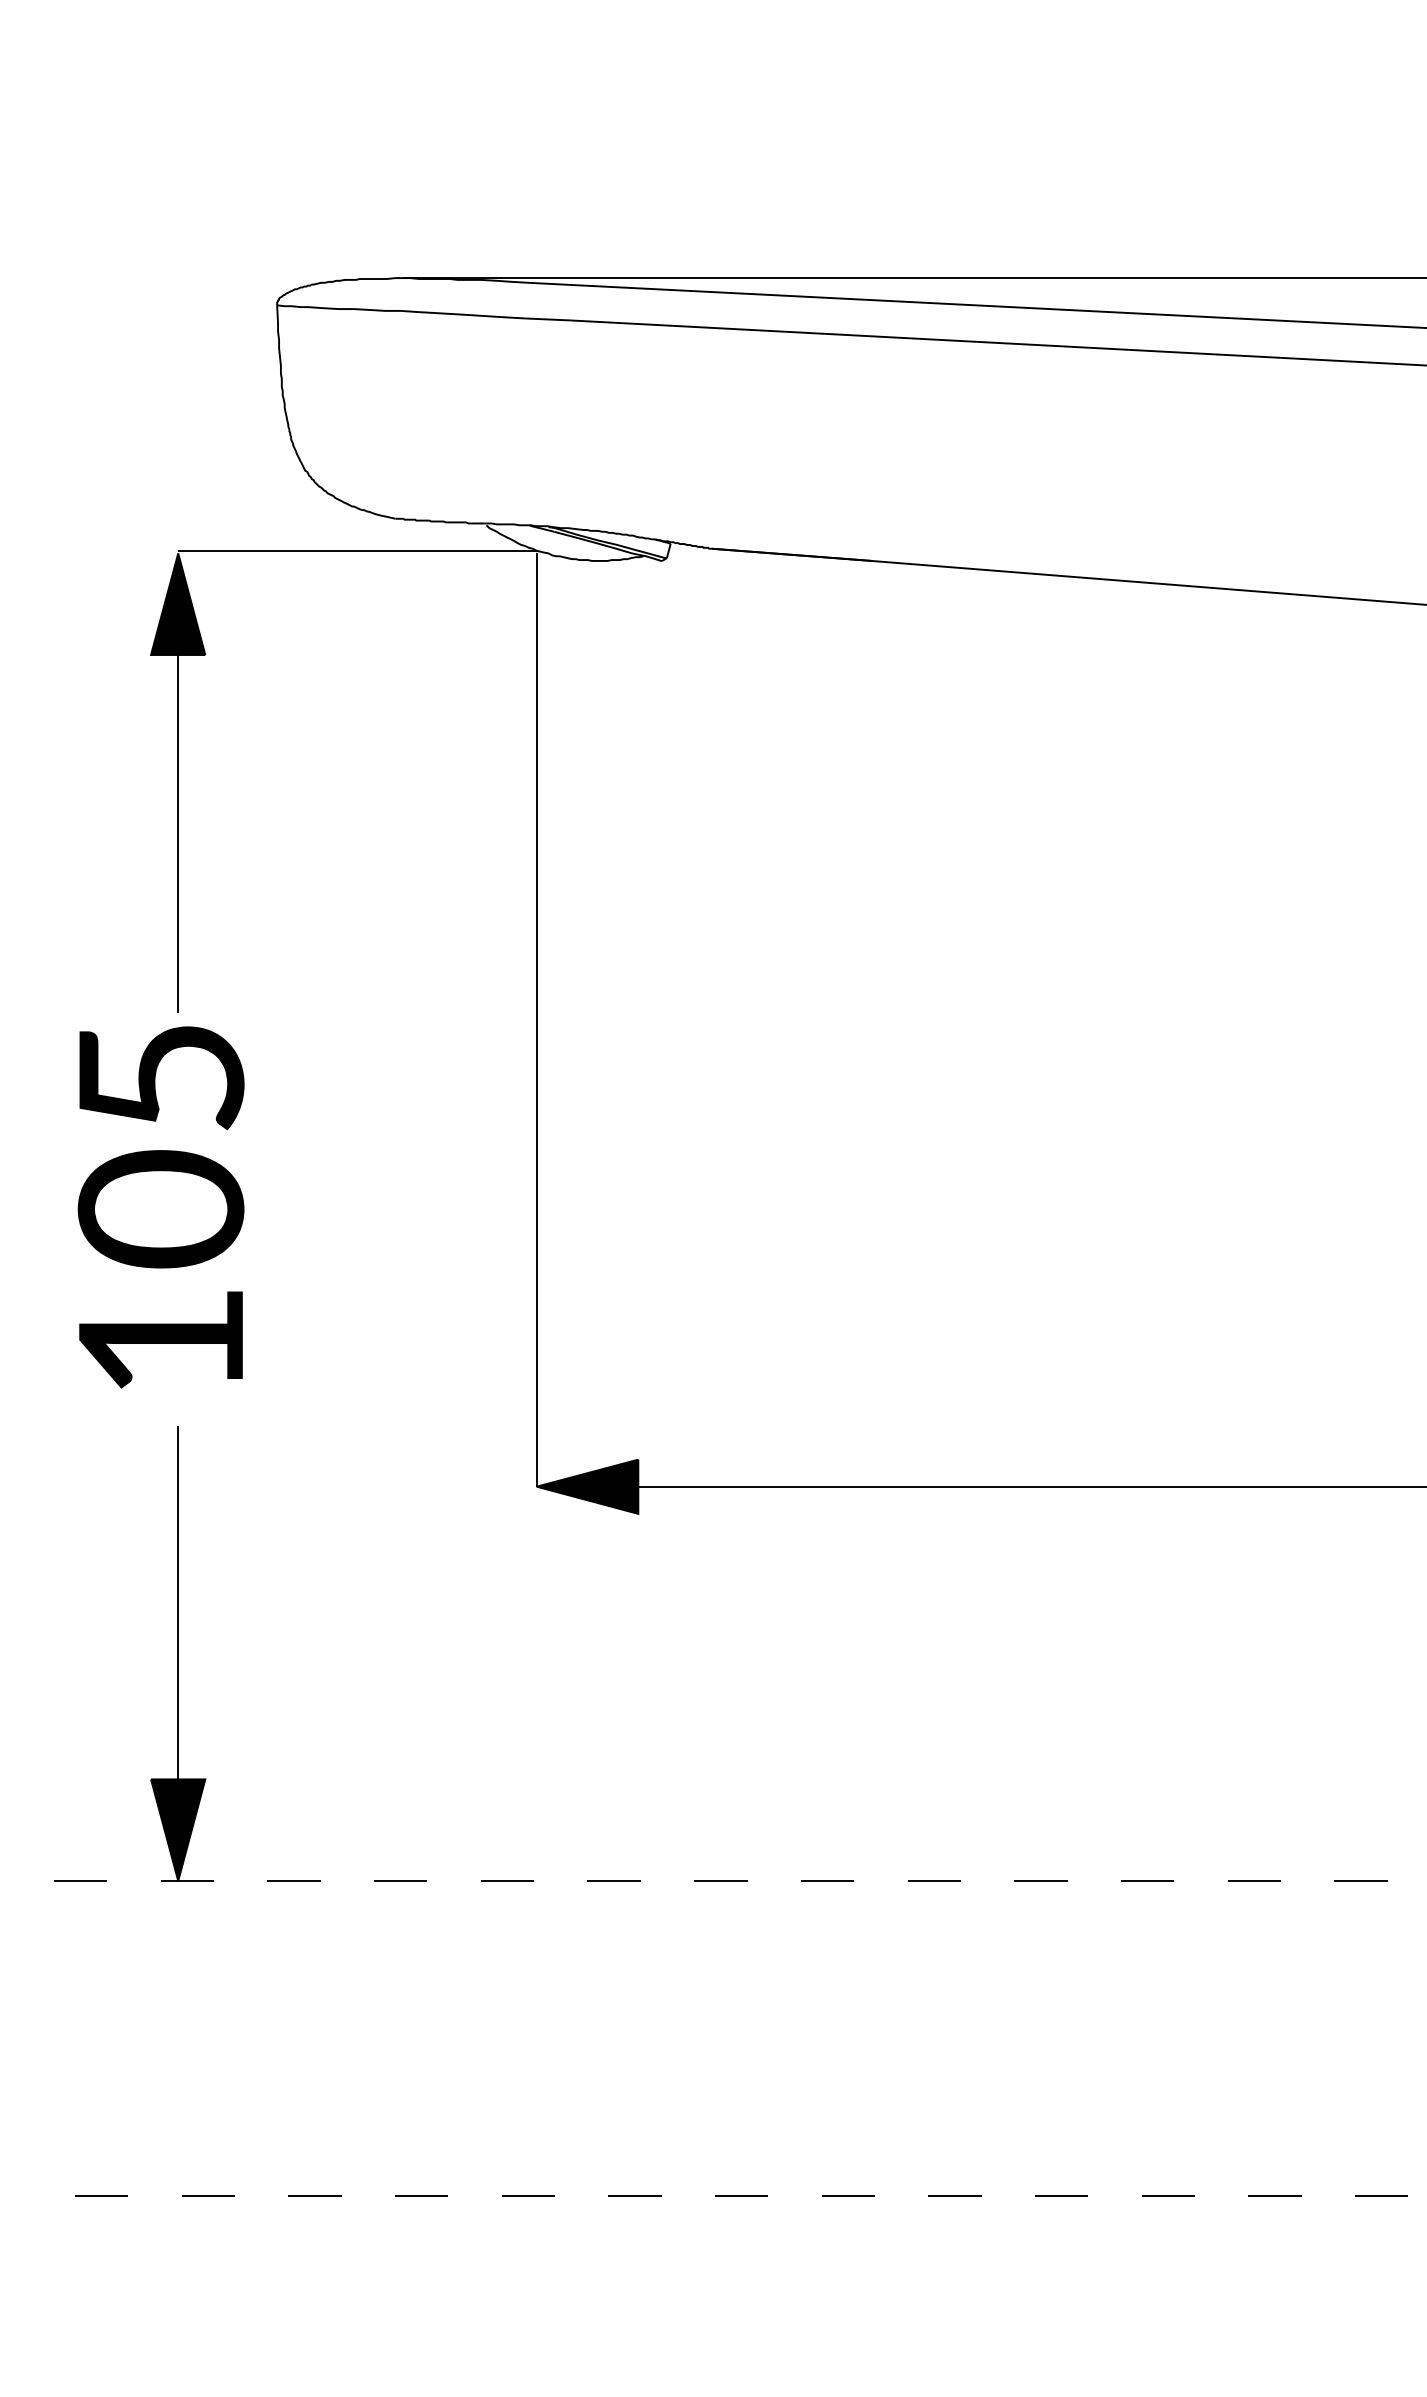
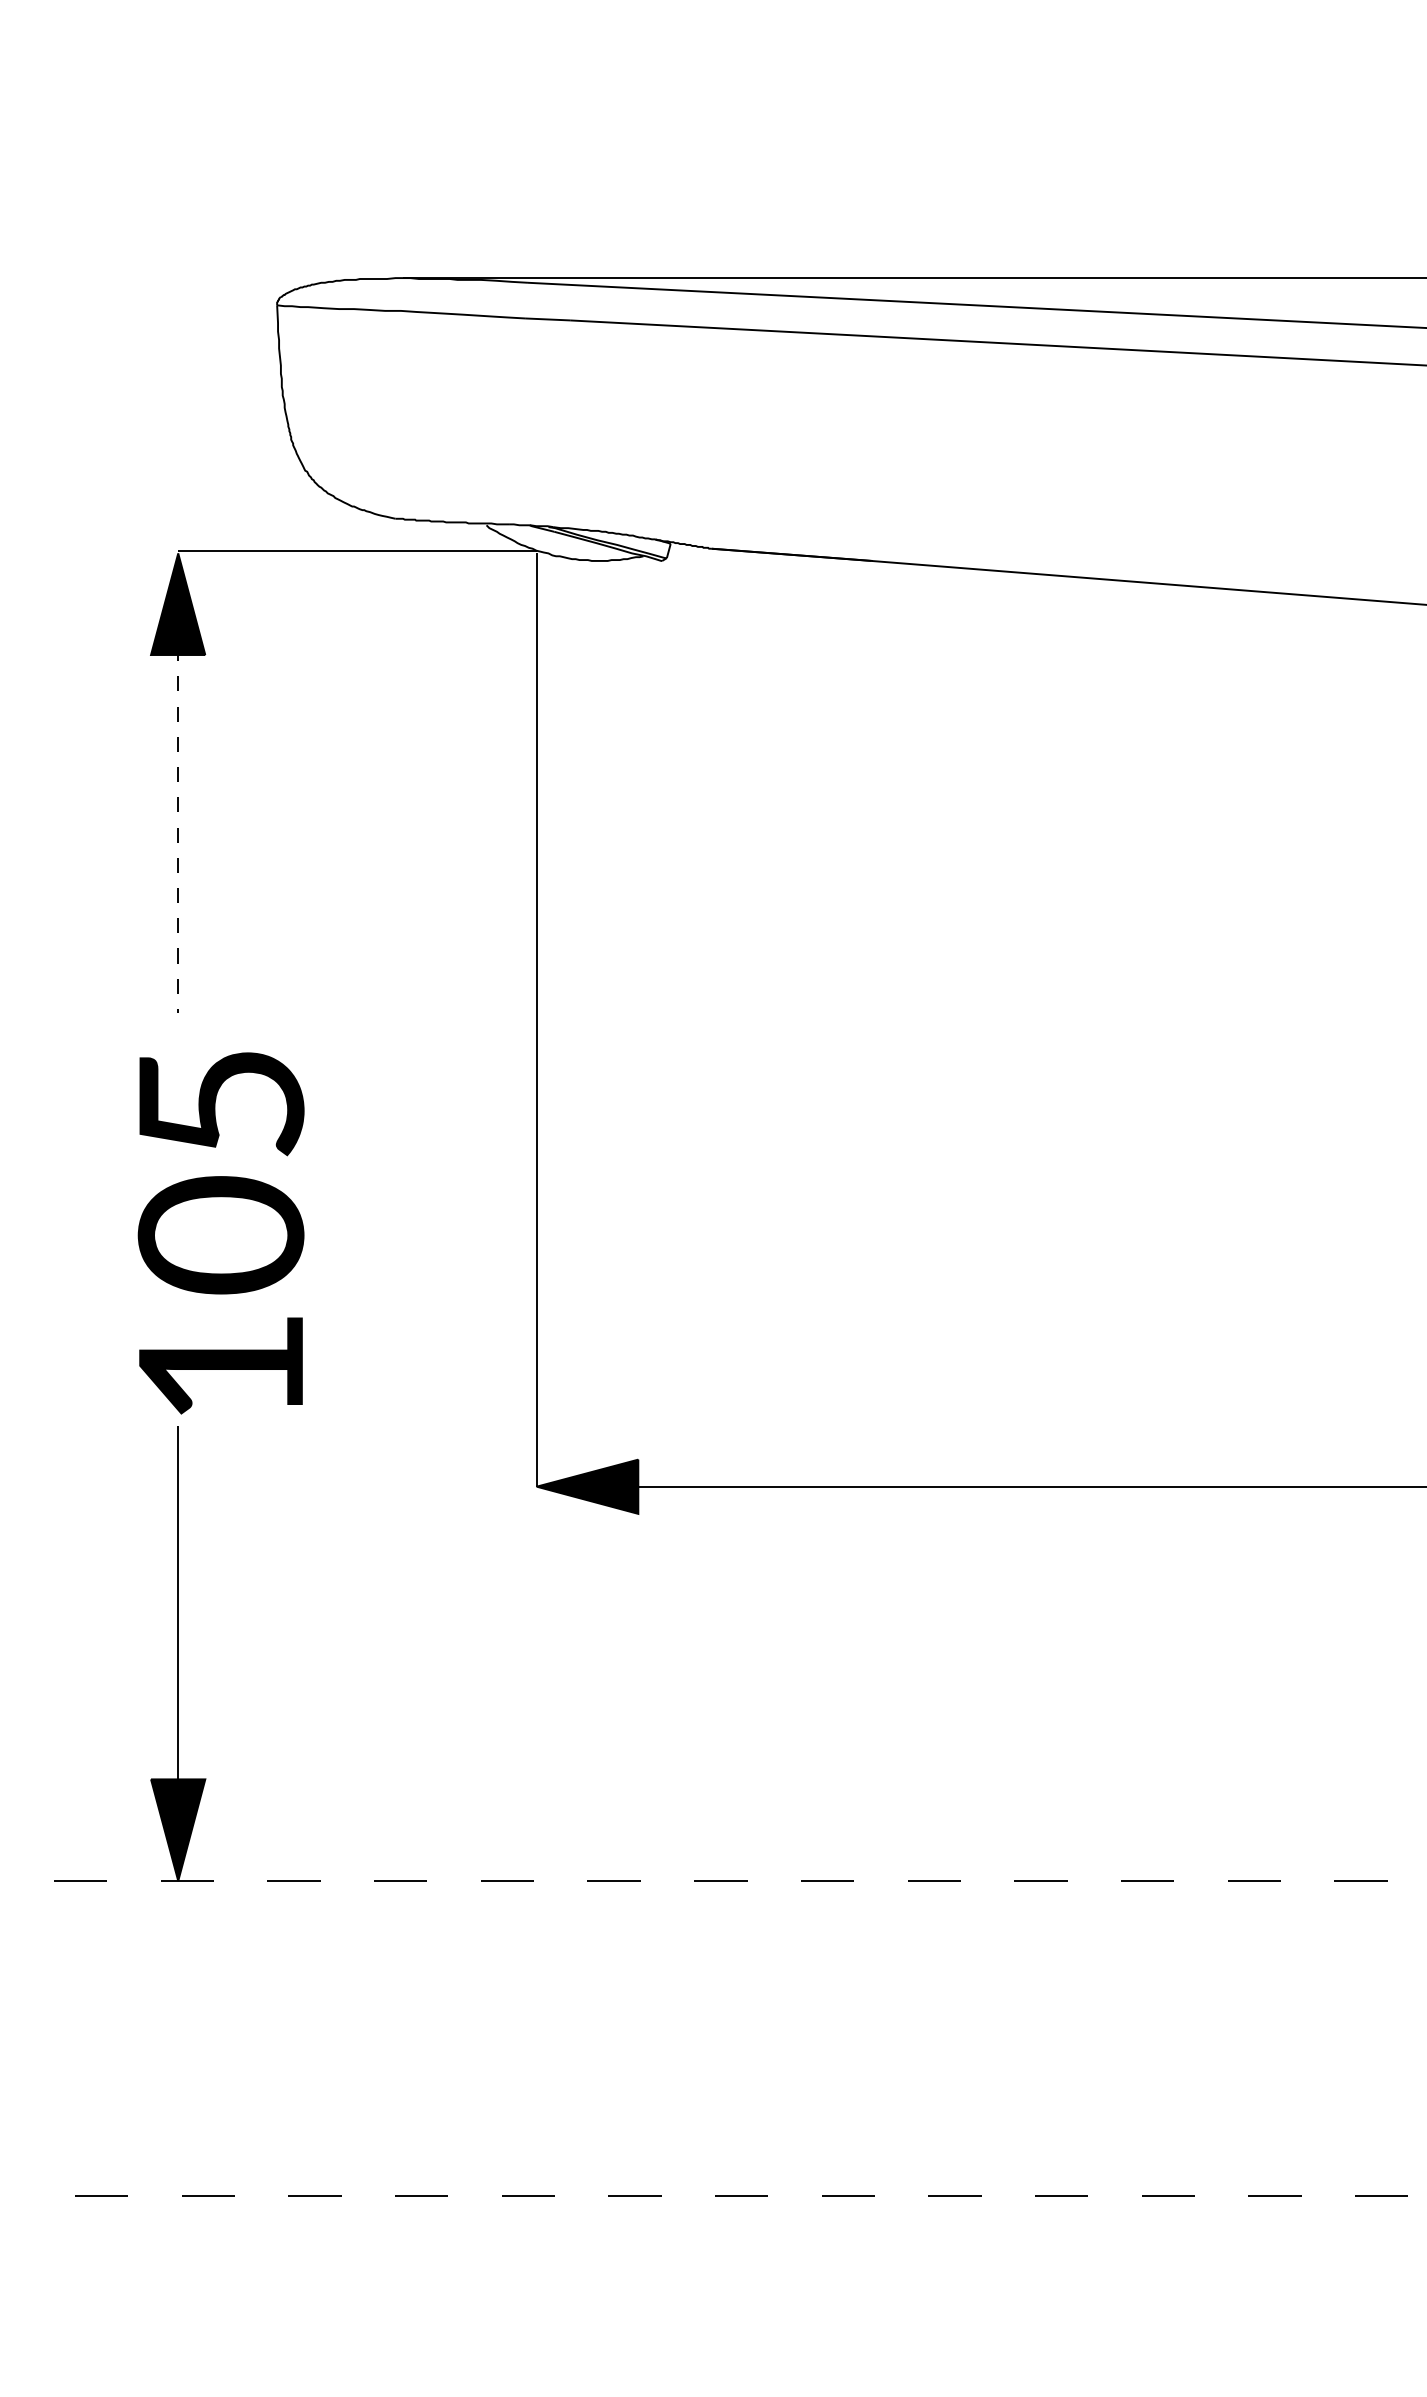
line at (178, 799): solid -> dashed
text at (160, 1207) position: (160, 1207) -> (220, 1233)
